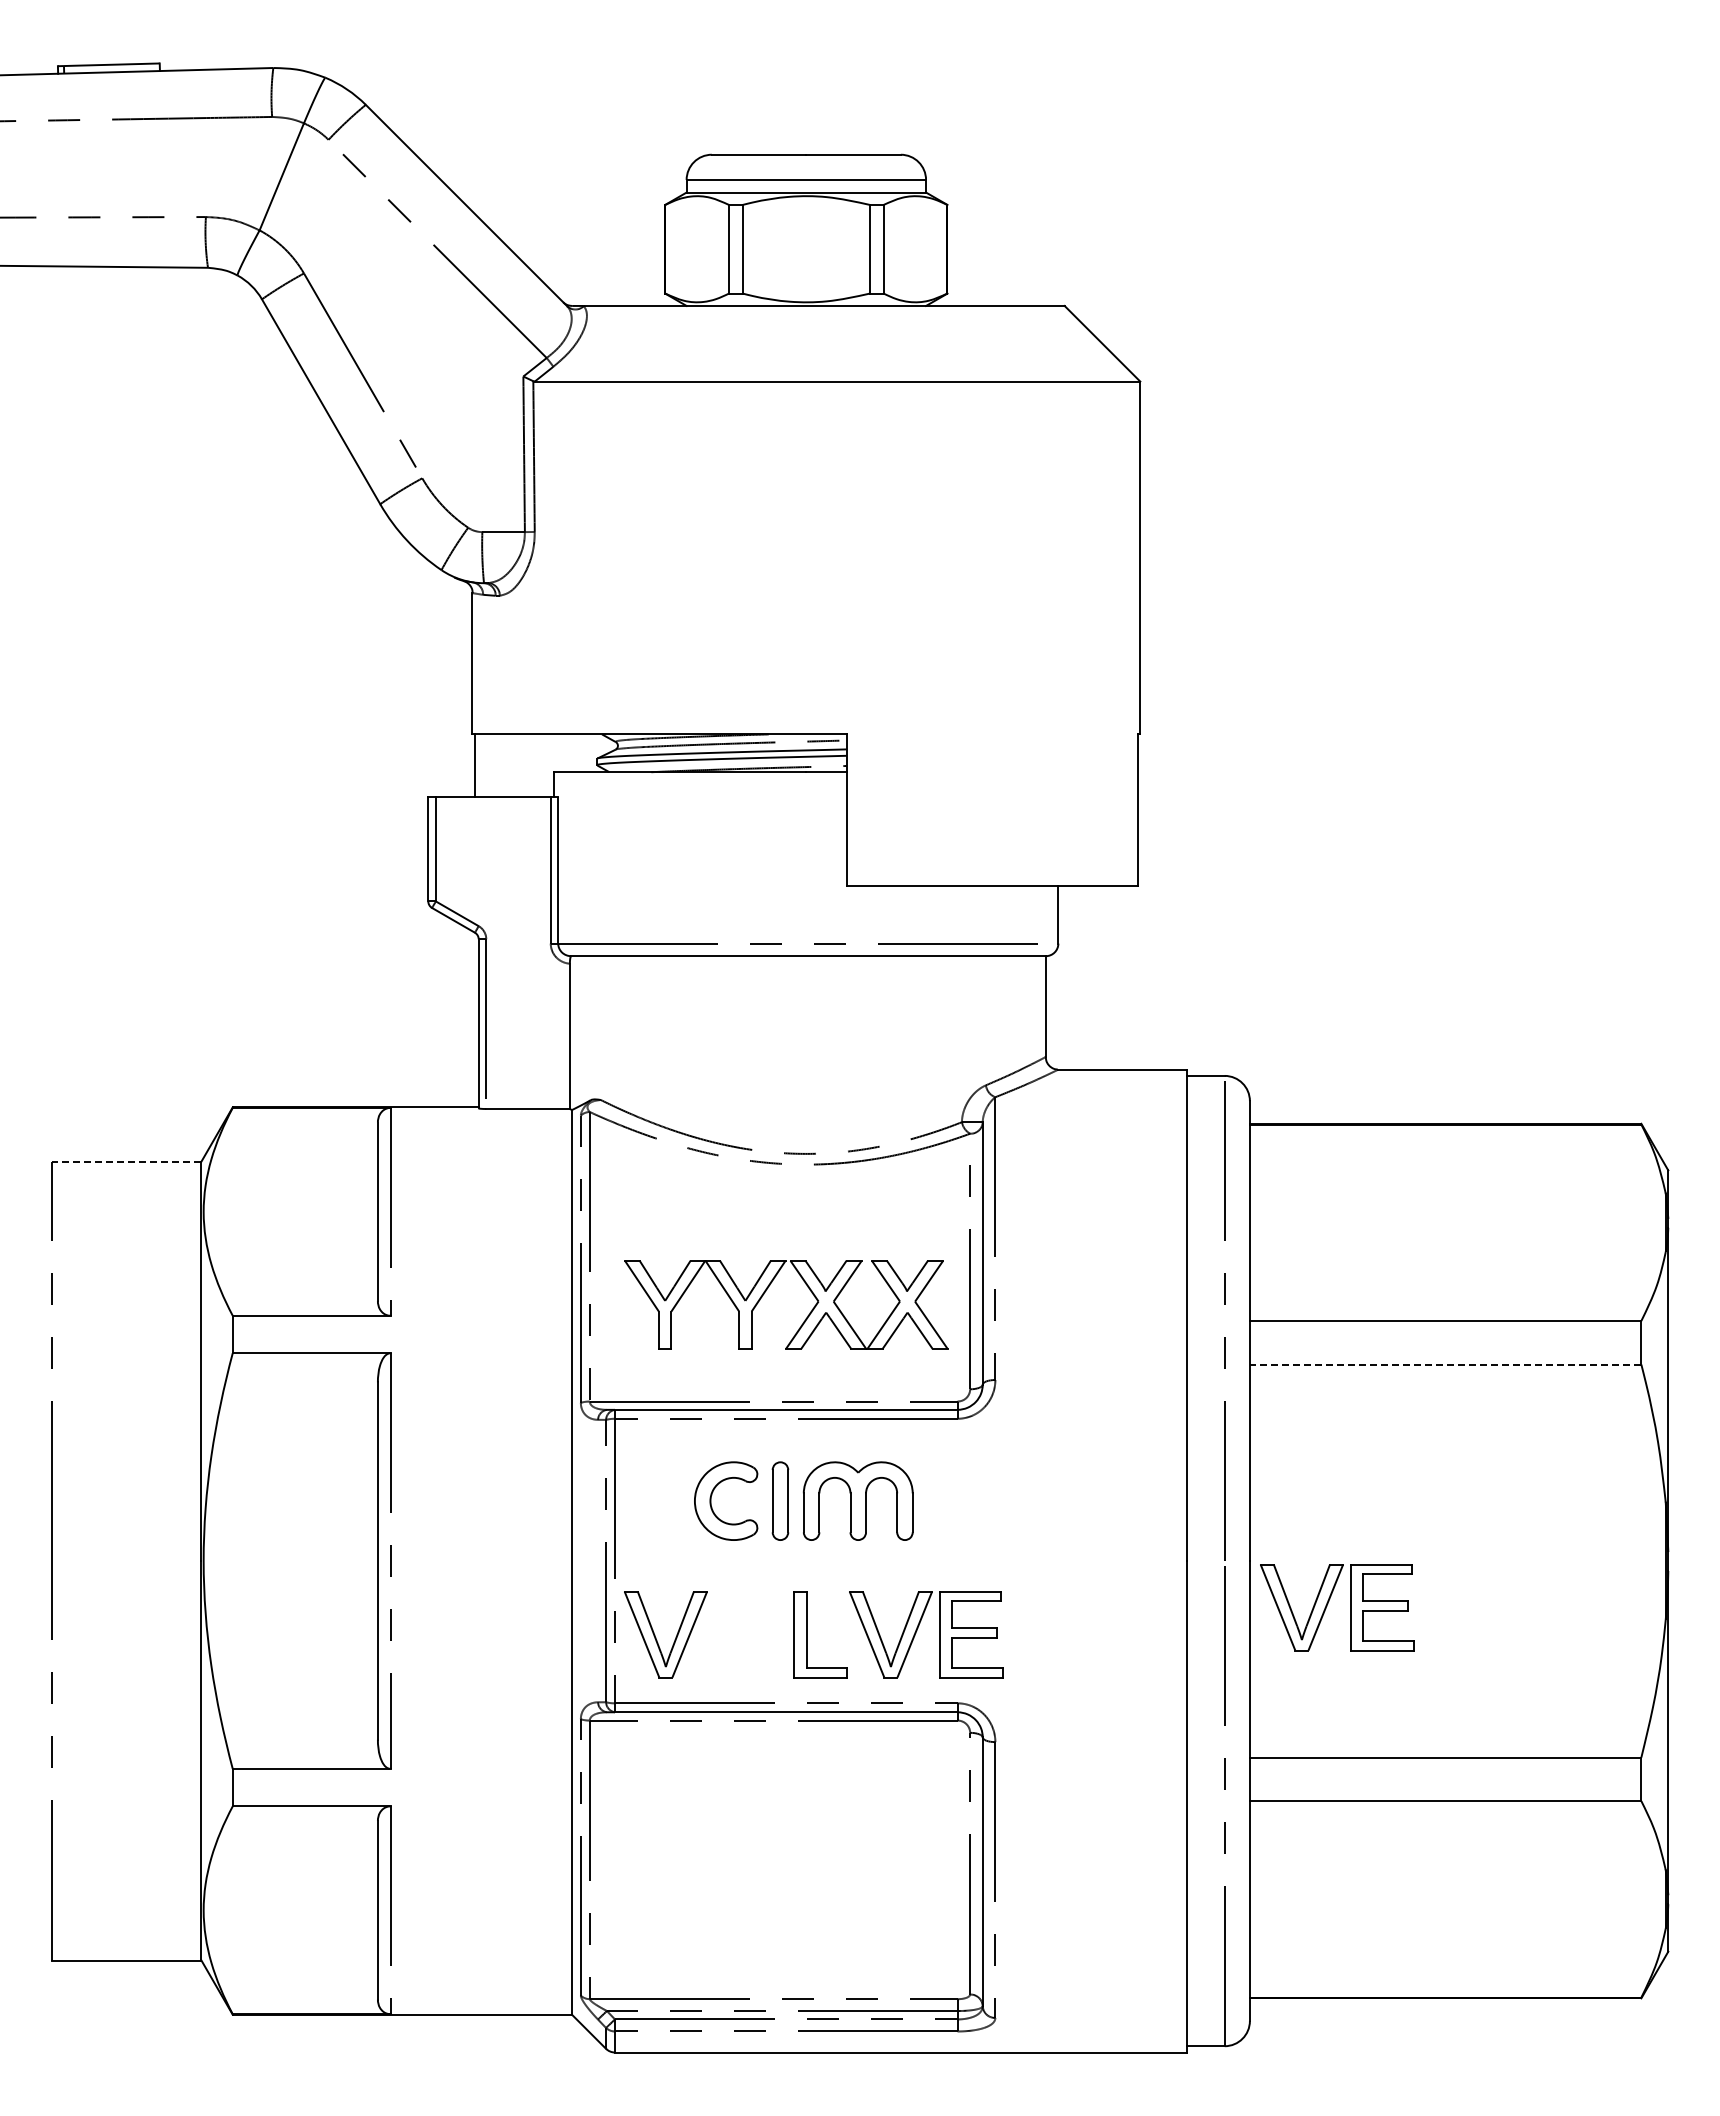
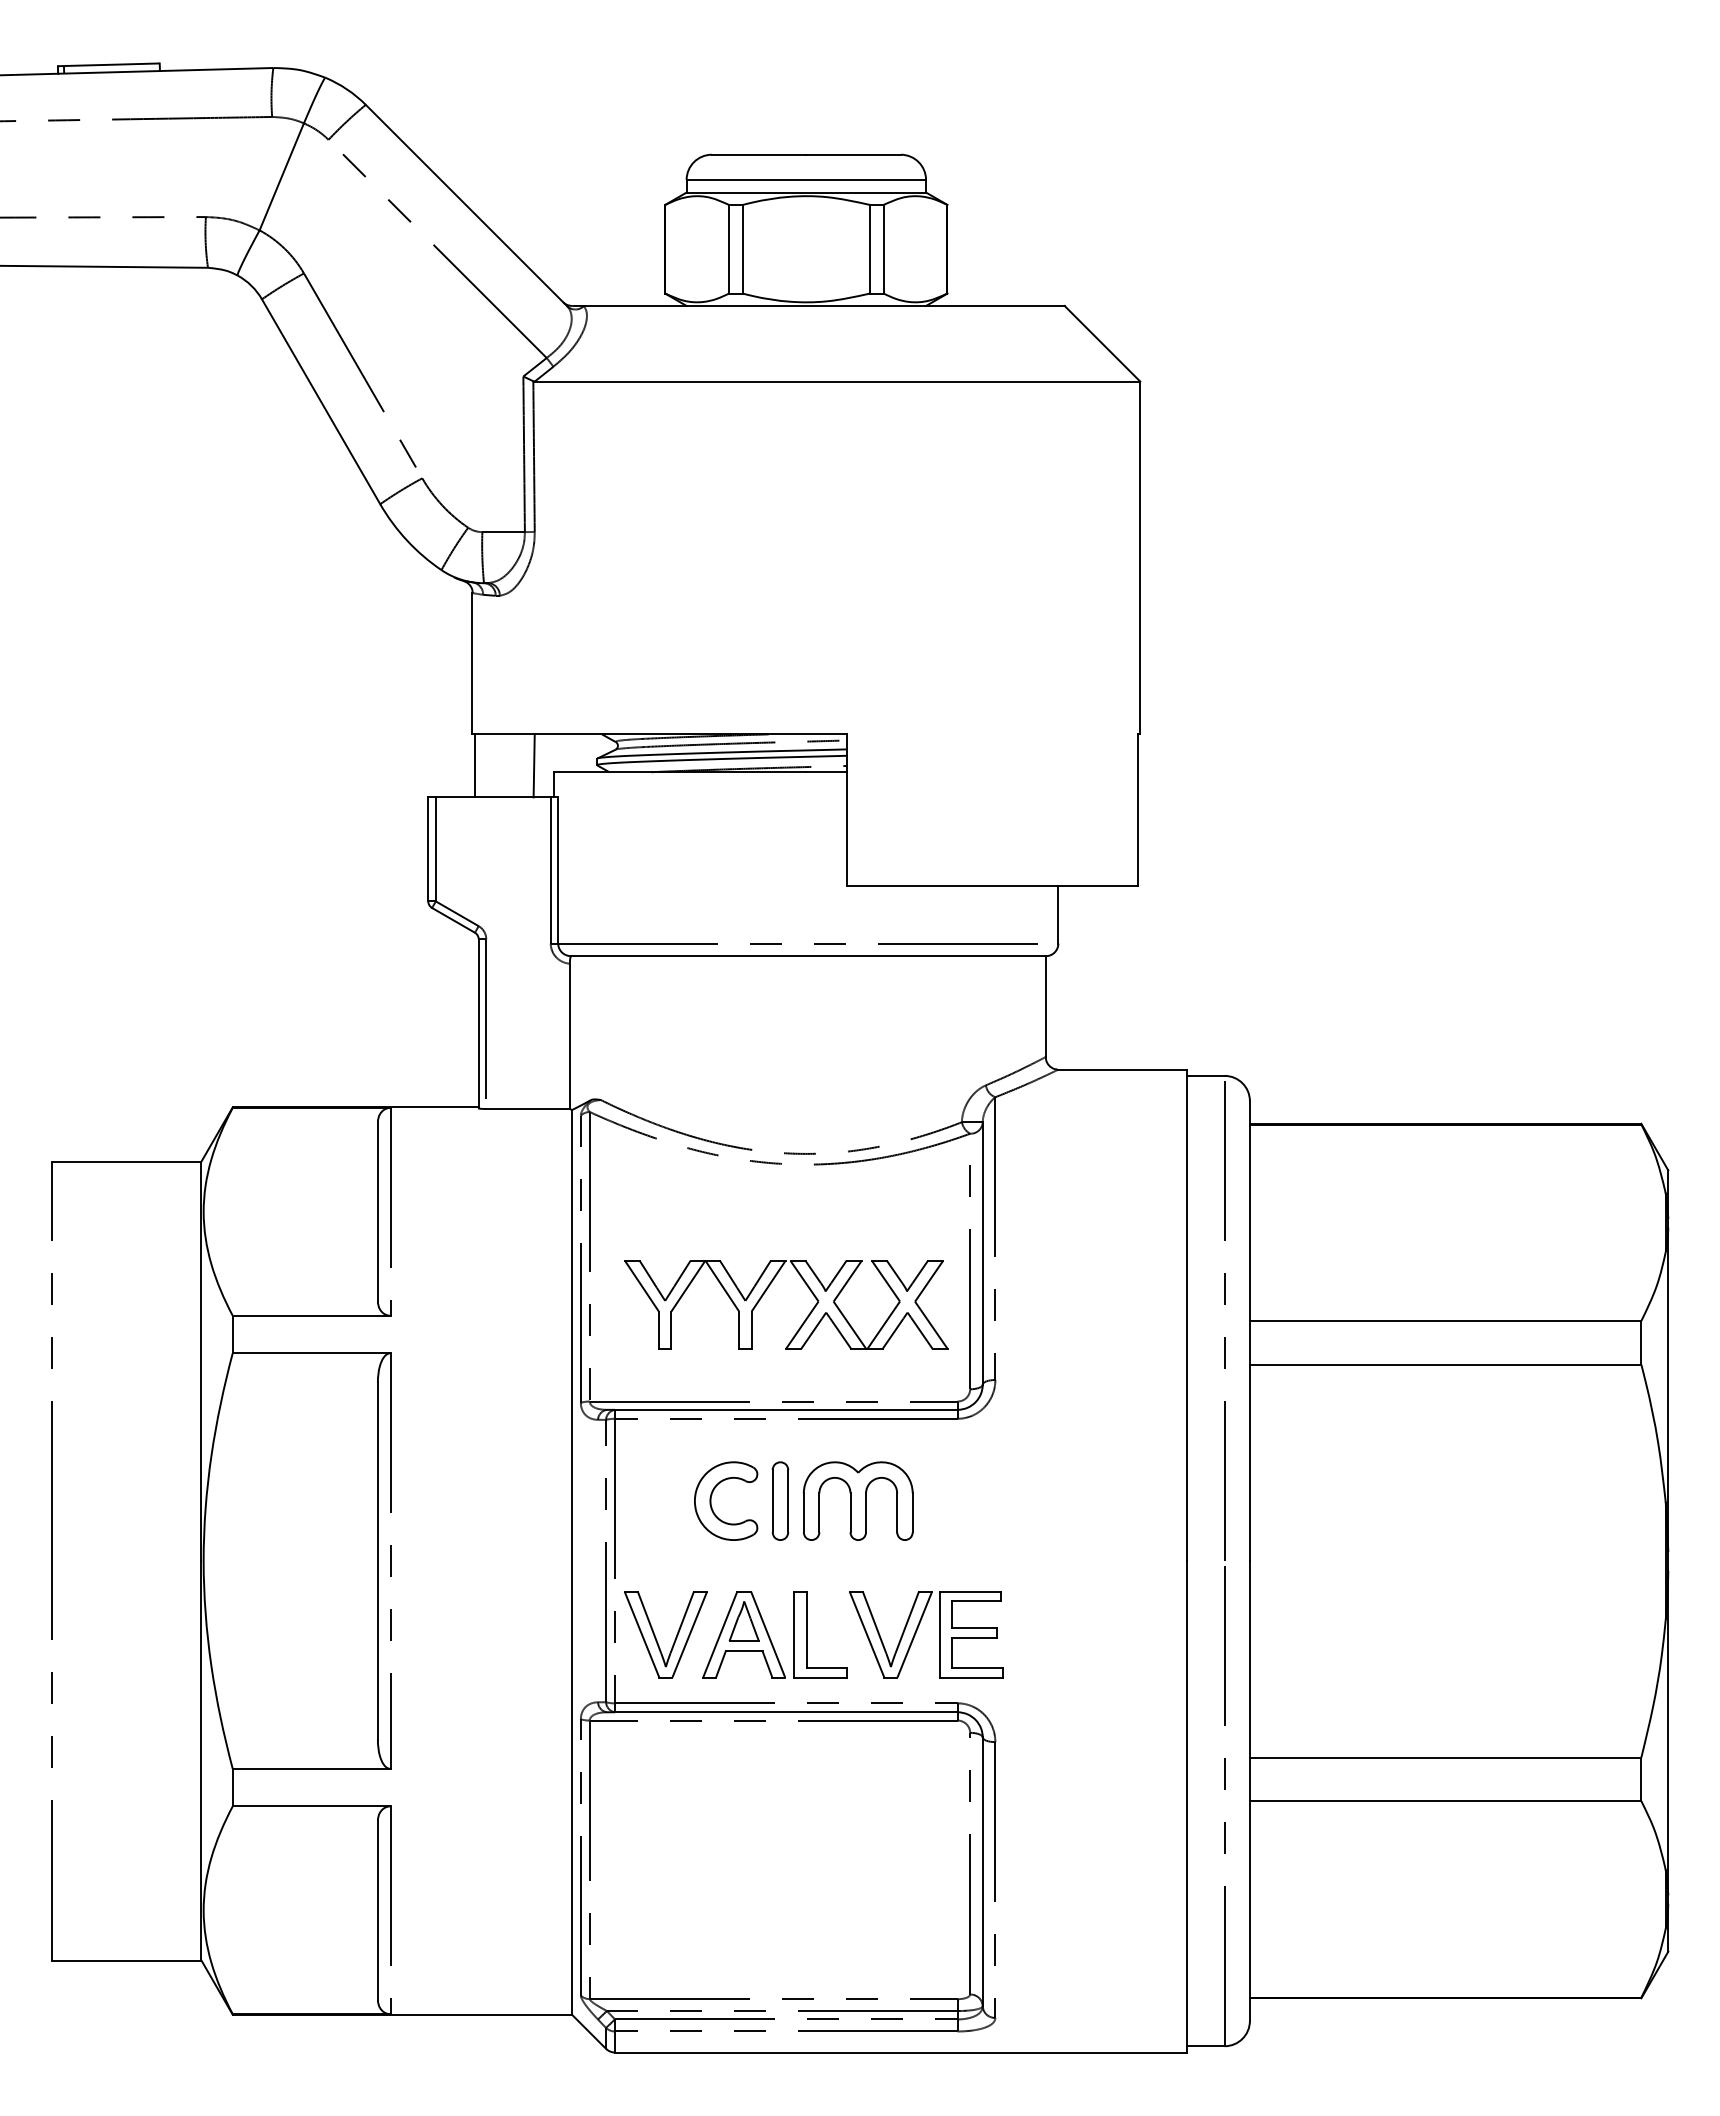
line at (533, 765): none -> present
line at (126, 1161): dashed -> solid
line at (1445, 1364): dashed -> solid
part at (1328, 1603): present -> none
part at (743, 1634): none -> present
